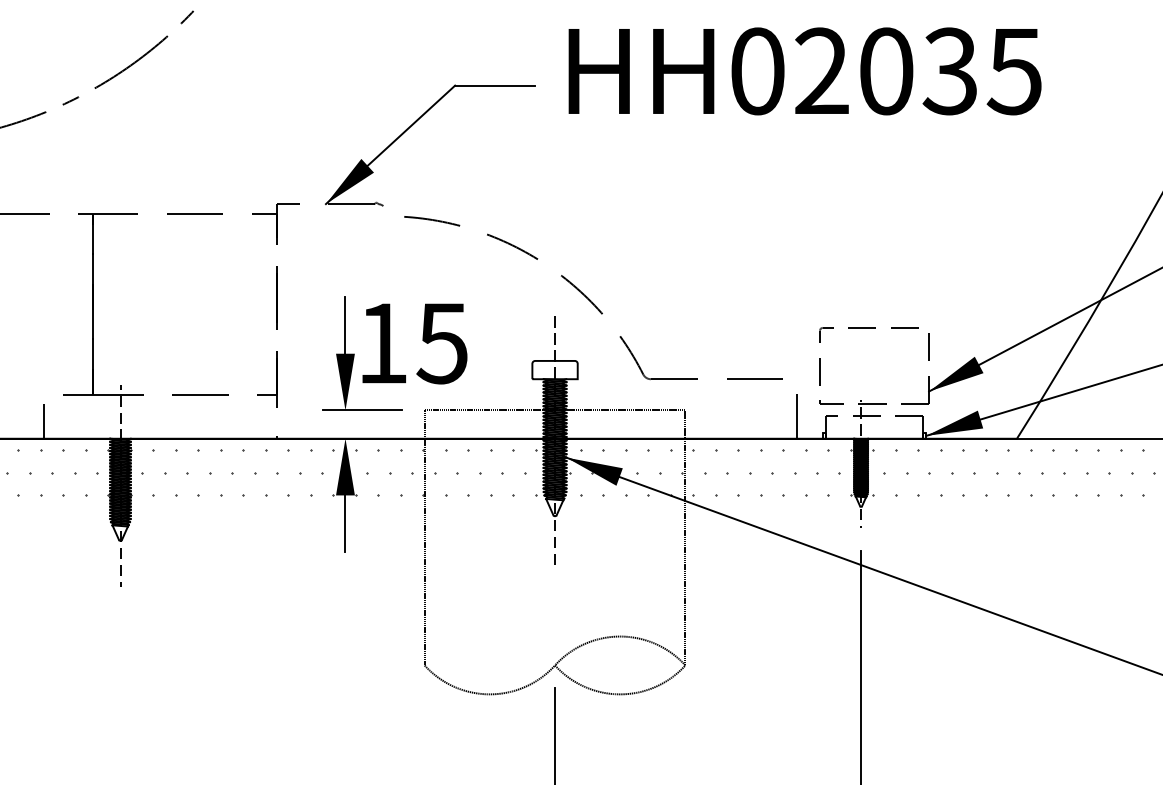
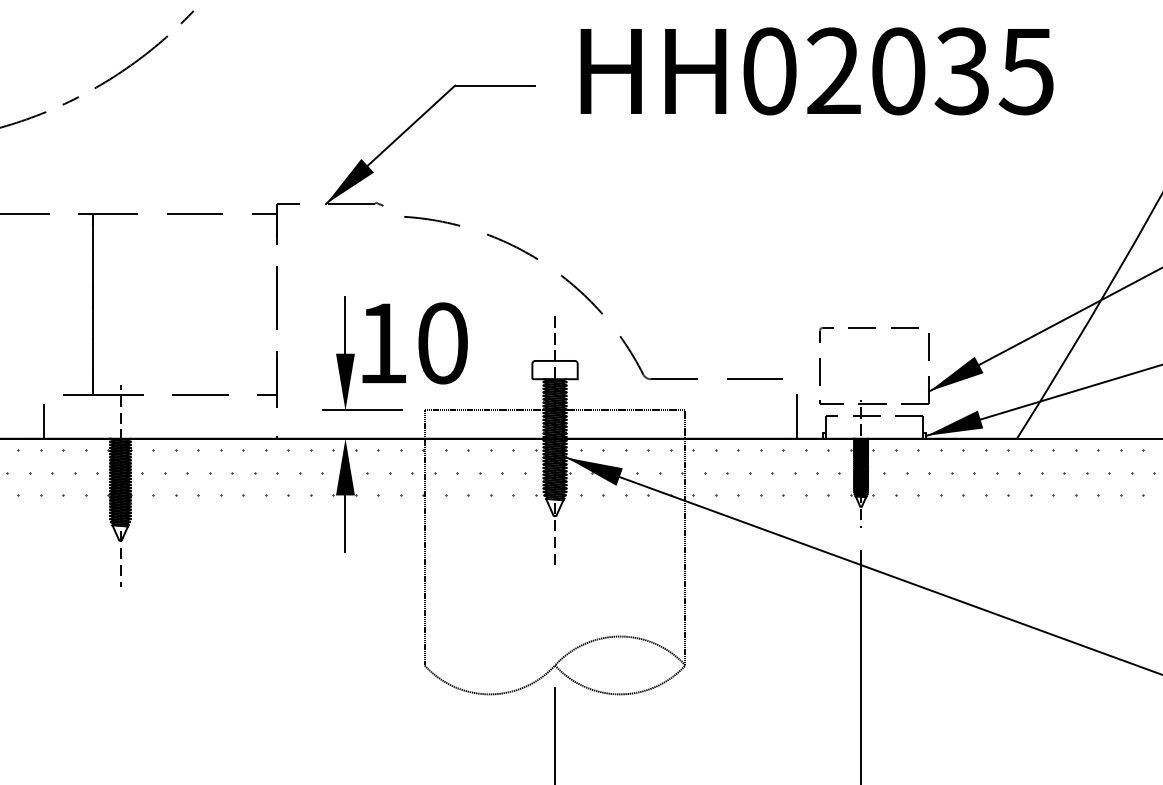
text at (804, 71) position: (804, 71) -> (816, 71)
text at (441, 343): 15 -> 10
